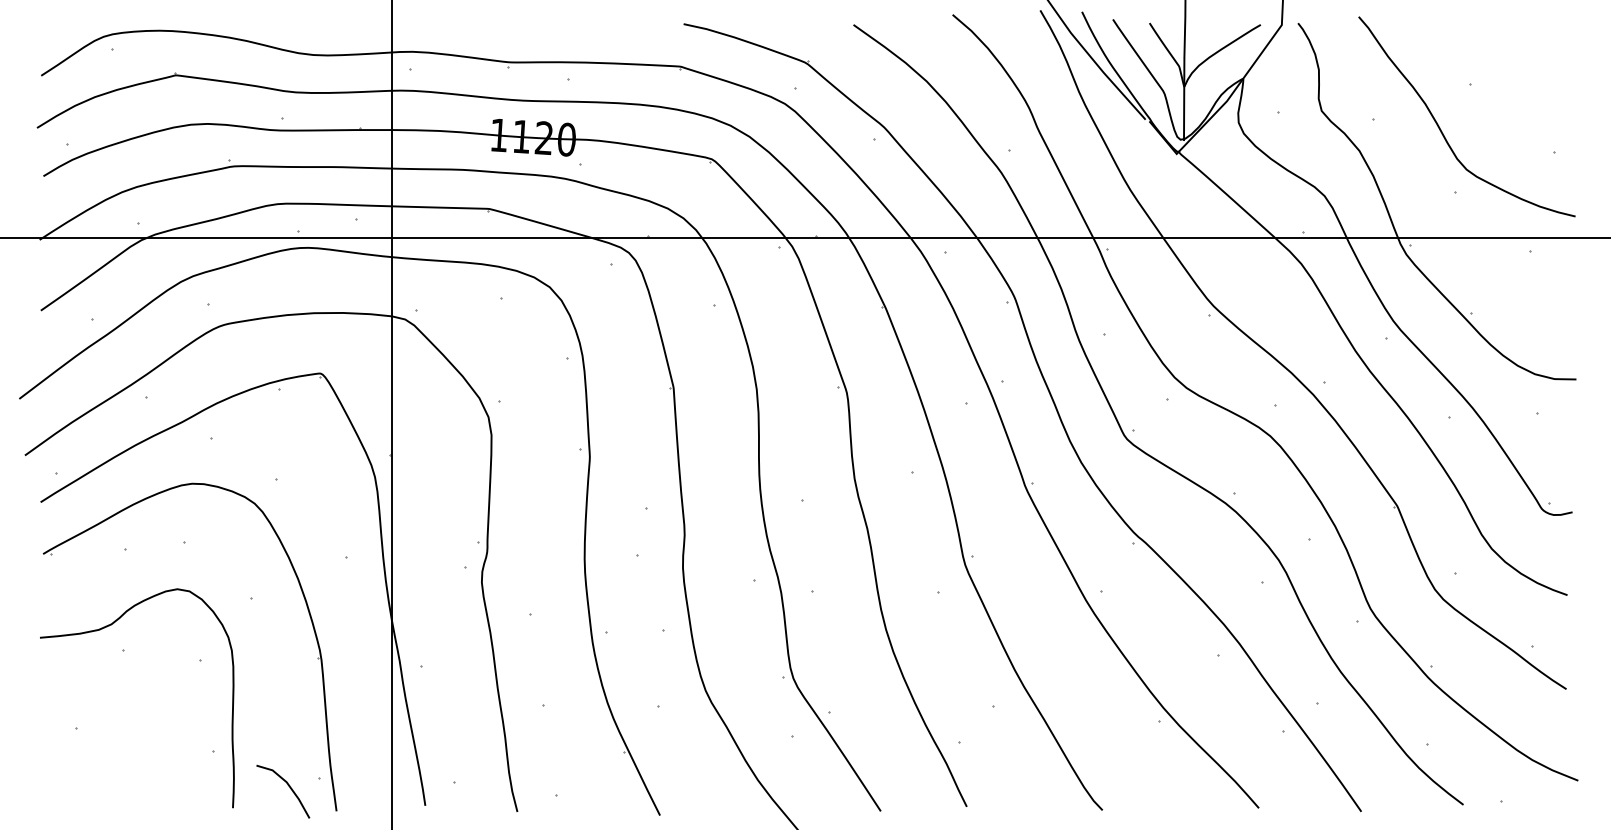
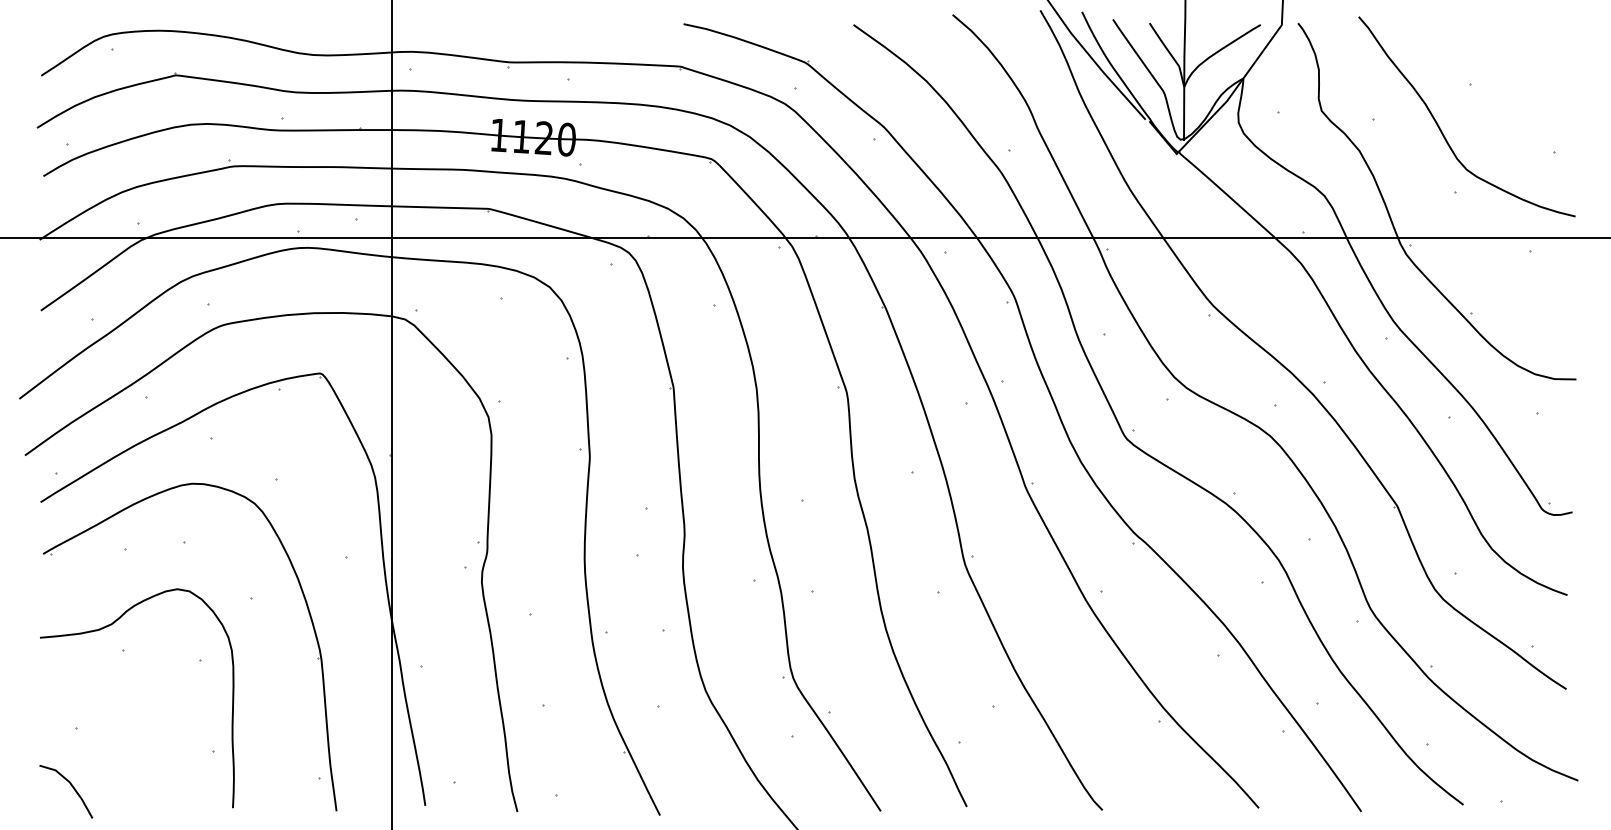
line at (288, 786) position: (288, 786) -> (71, 786)
